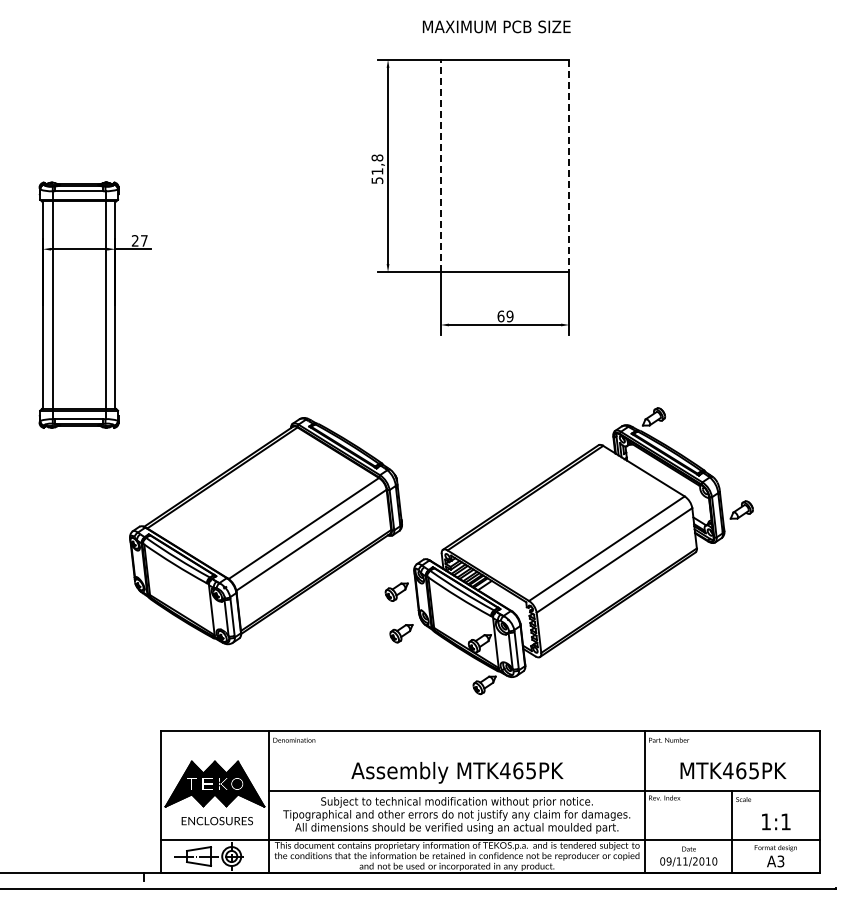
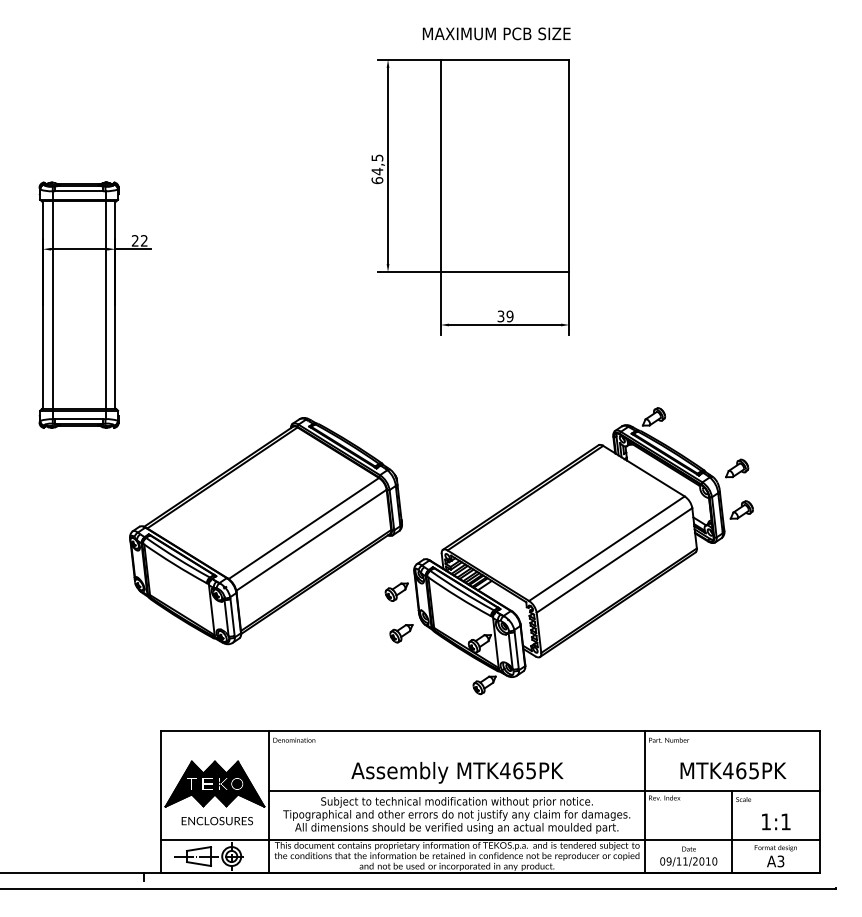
text at (496, 26) position: (496, 26) -> (496, 33)
line at (440, 165): dashed -> solid
line at (569, 166): dashed -> solid
text at (377, 169): 51,8 -> 64,5
text at (144, 240): 27 -> 22
text at (500, 316): 69 -> 39
part at (737, 468): none -> present
